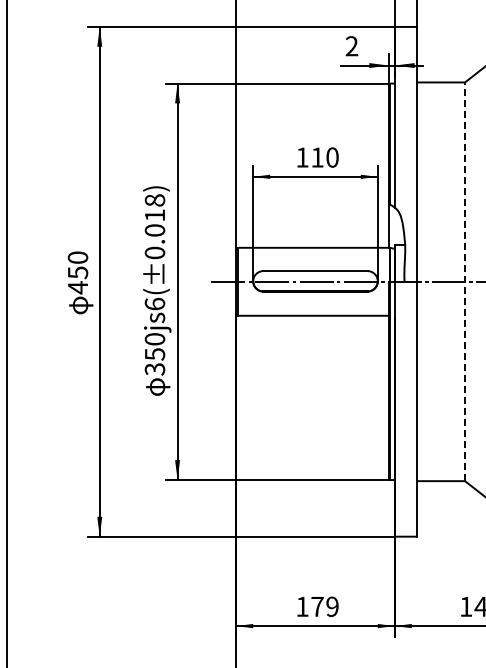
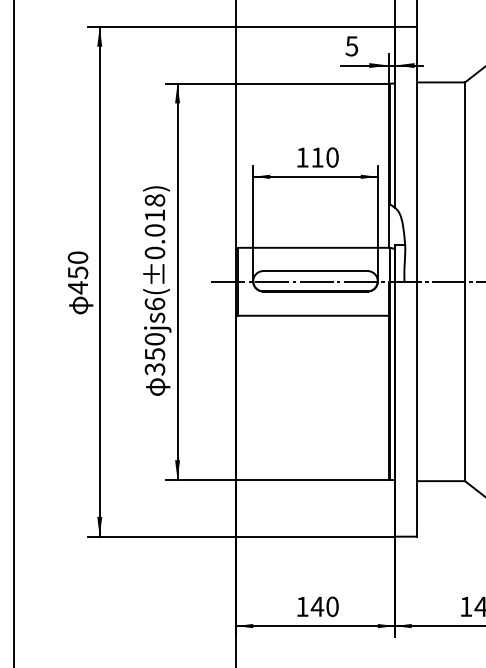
text at (351, 46): 2 -> 5
line at (465, 281): dashed -> solid
line at (7, 333) position: (7, 333) -> (14, 333)
text at (324, 606): 179 -> 140
